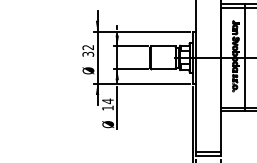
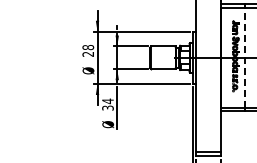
text at (88, 50): 32 -> 28
line at (245, 57): solid -> dashed
text at (107, 107): 14 -> 34
